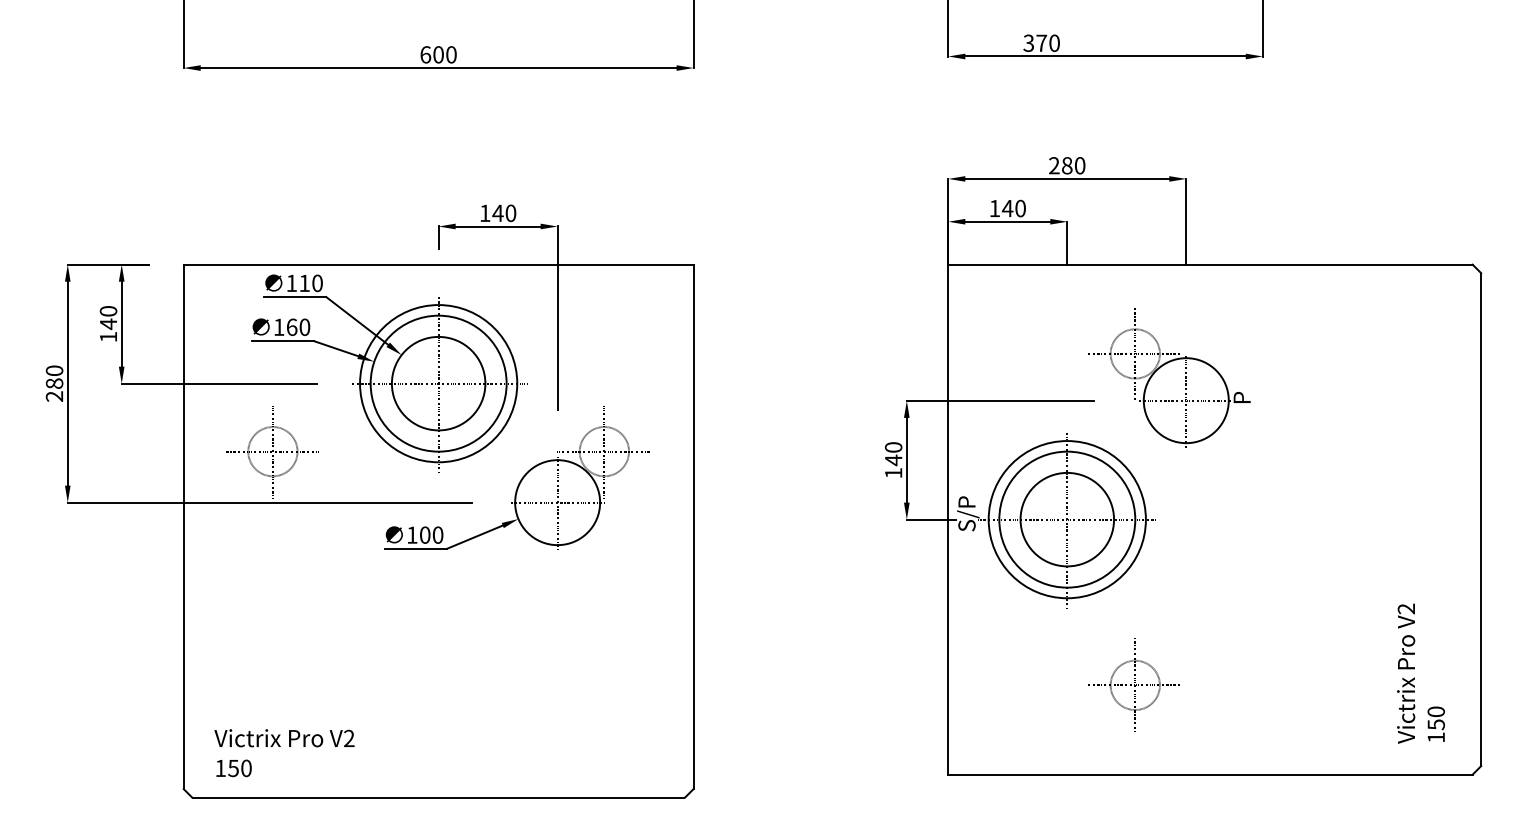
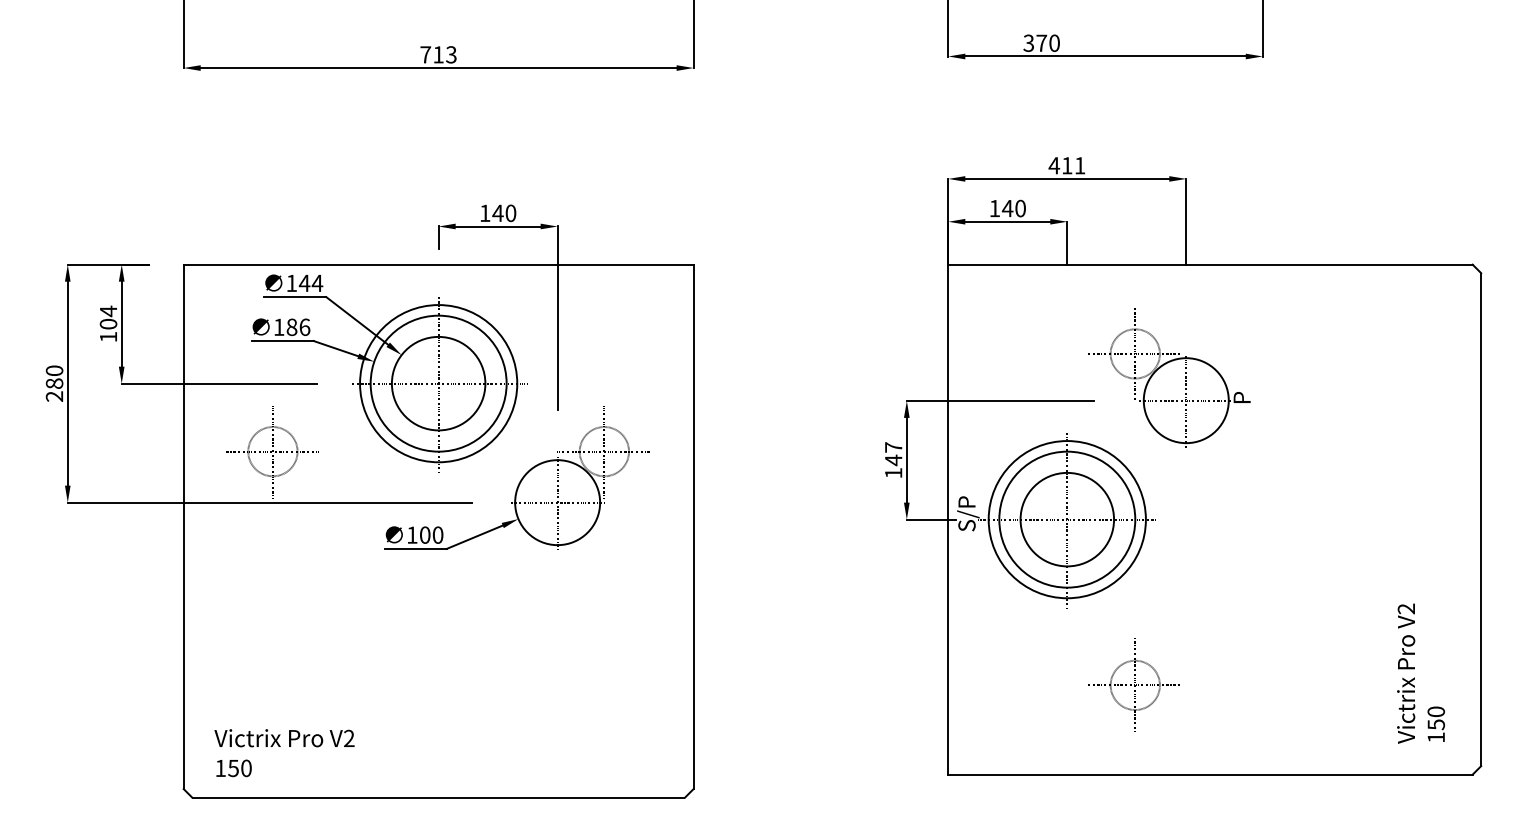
text at (438, 54): 600 -> 713
text at (1066, 165): 280 -> 411
text at (310, 283): 110 -> 144
text at (108, 317): 140 -> 104
text at (298, 326): 160 -> 186
text at (893, 447): 140 -> 147
